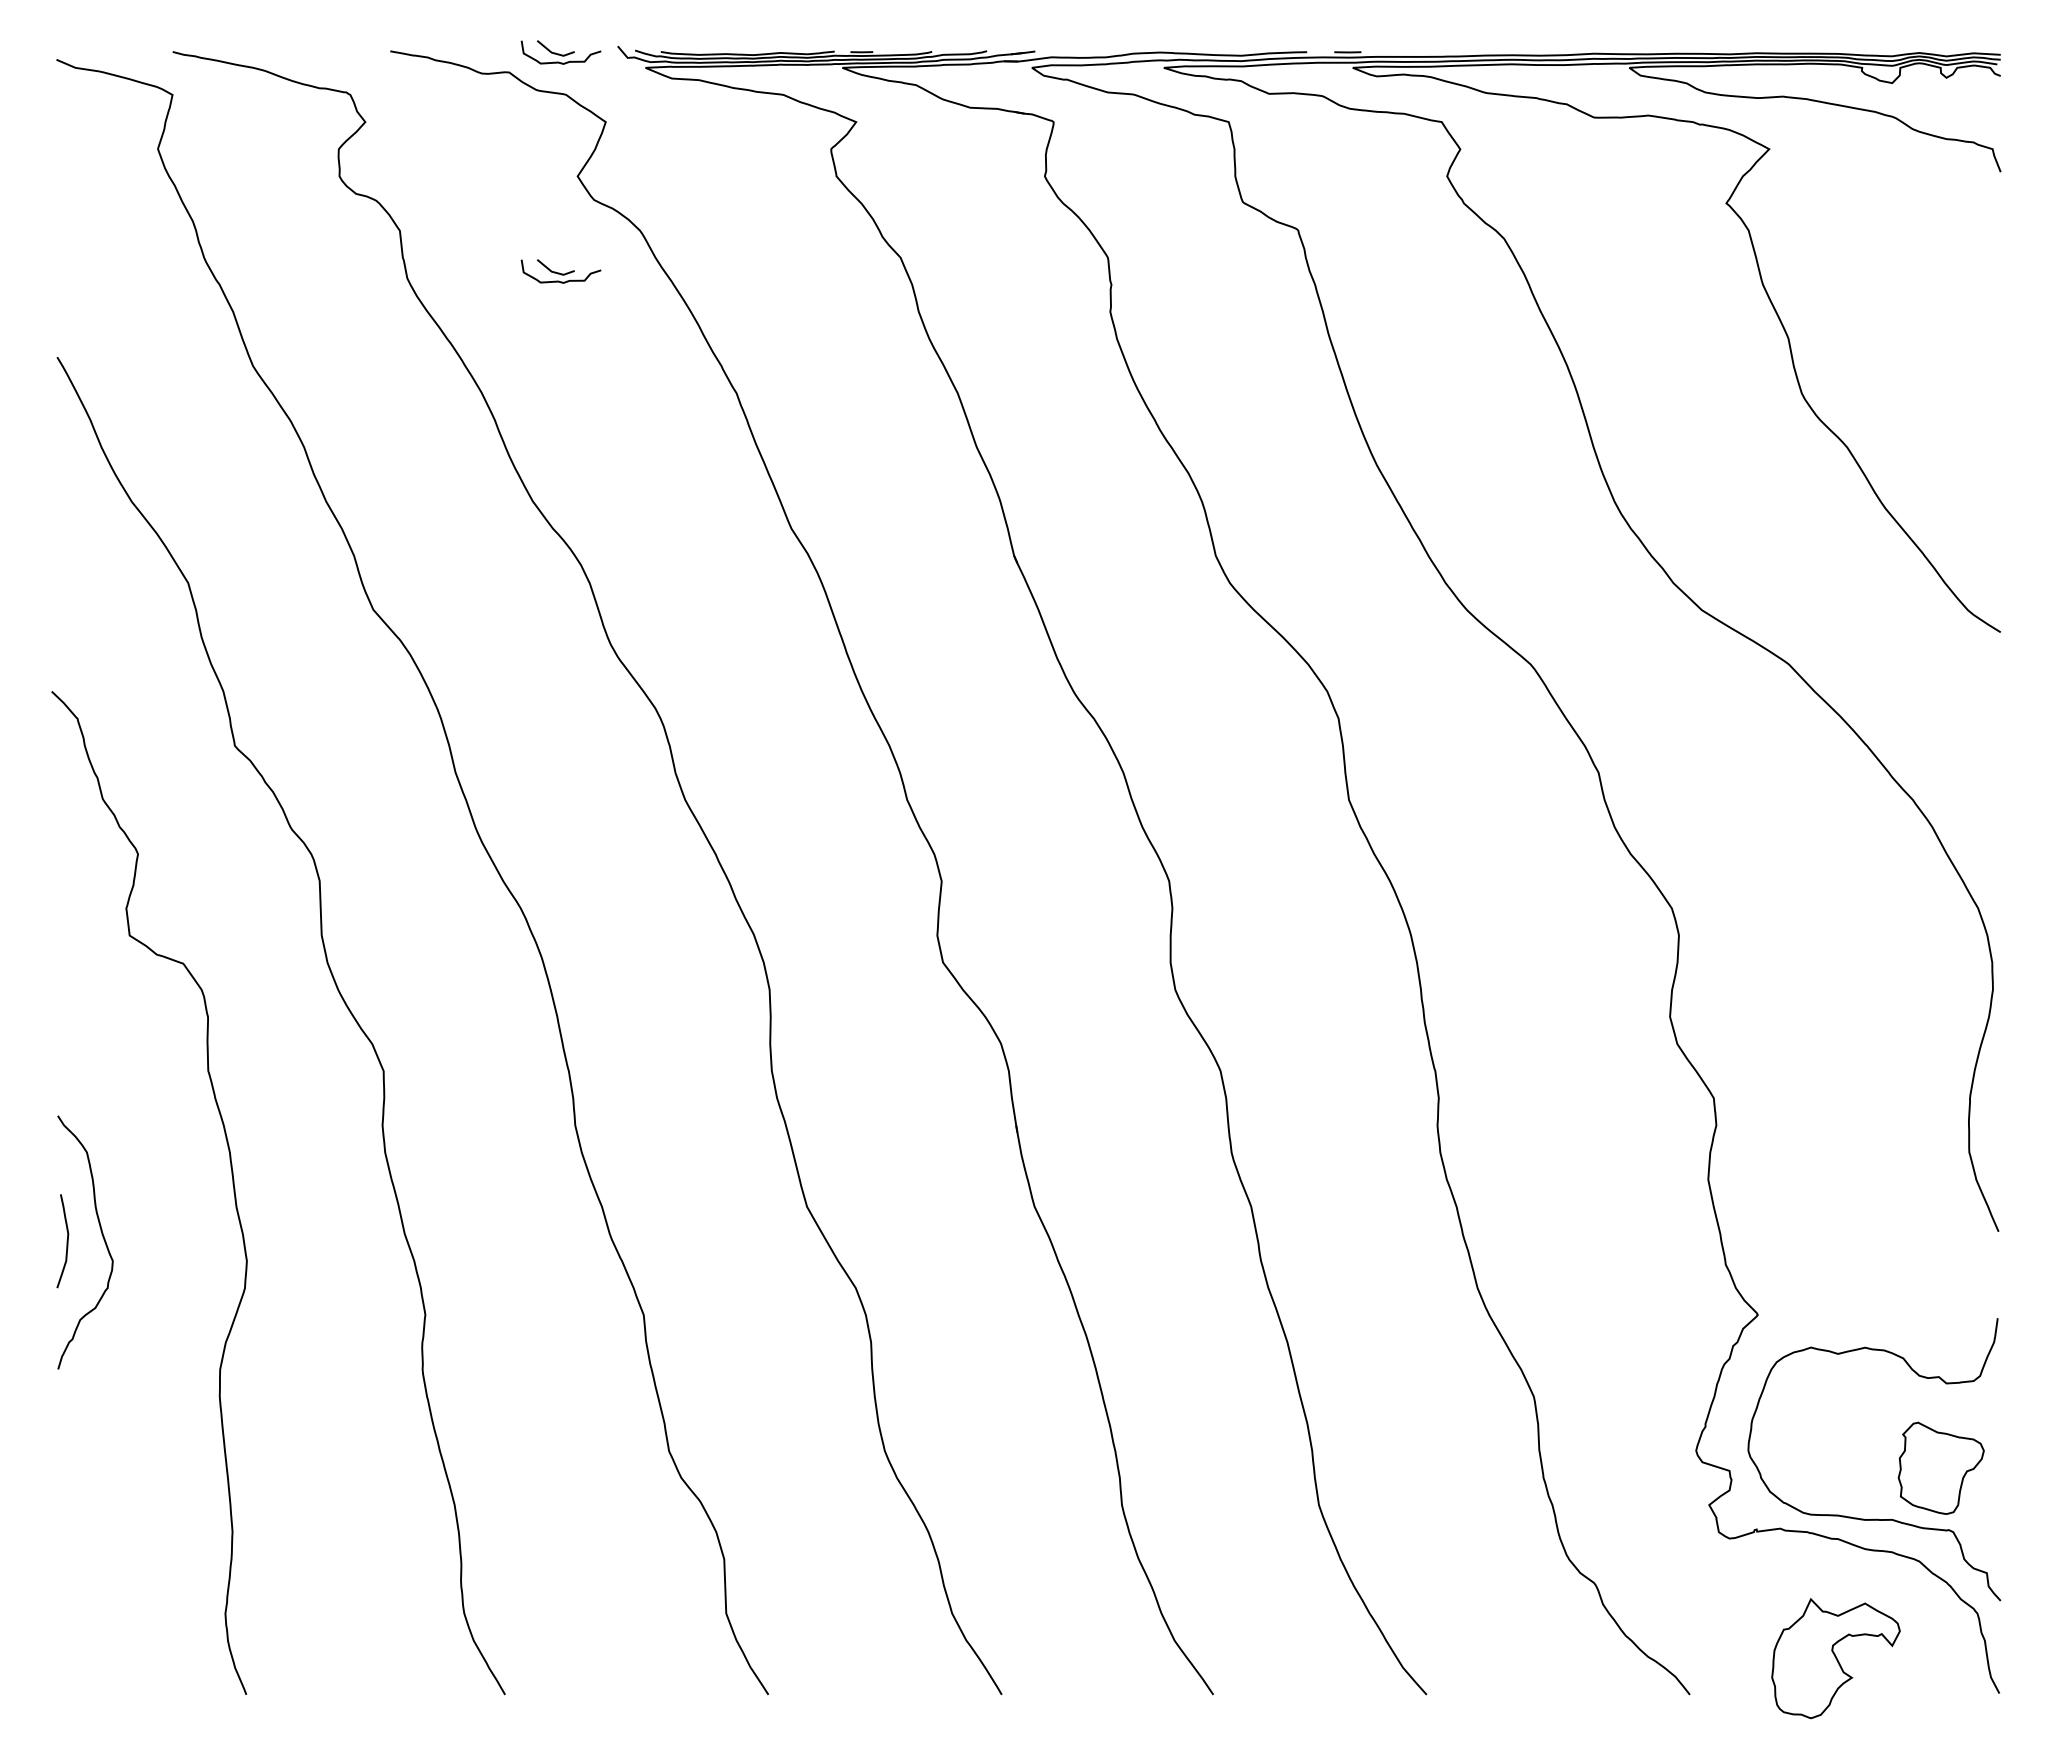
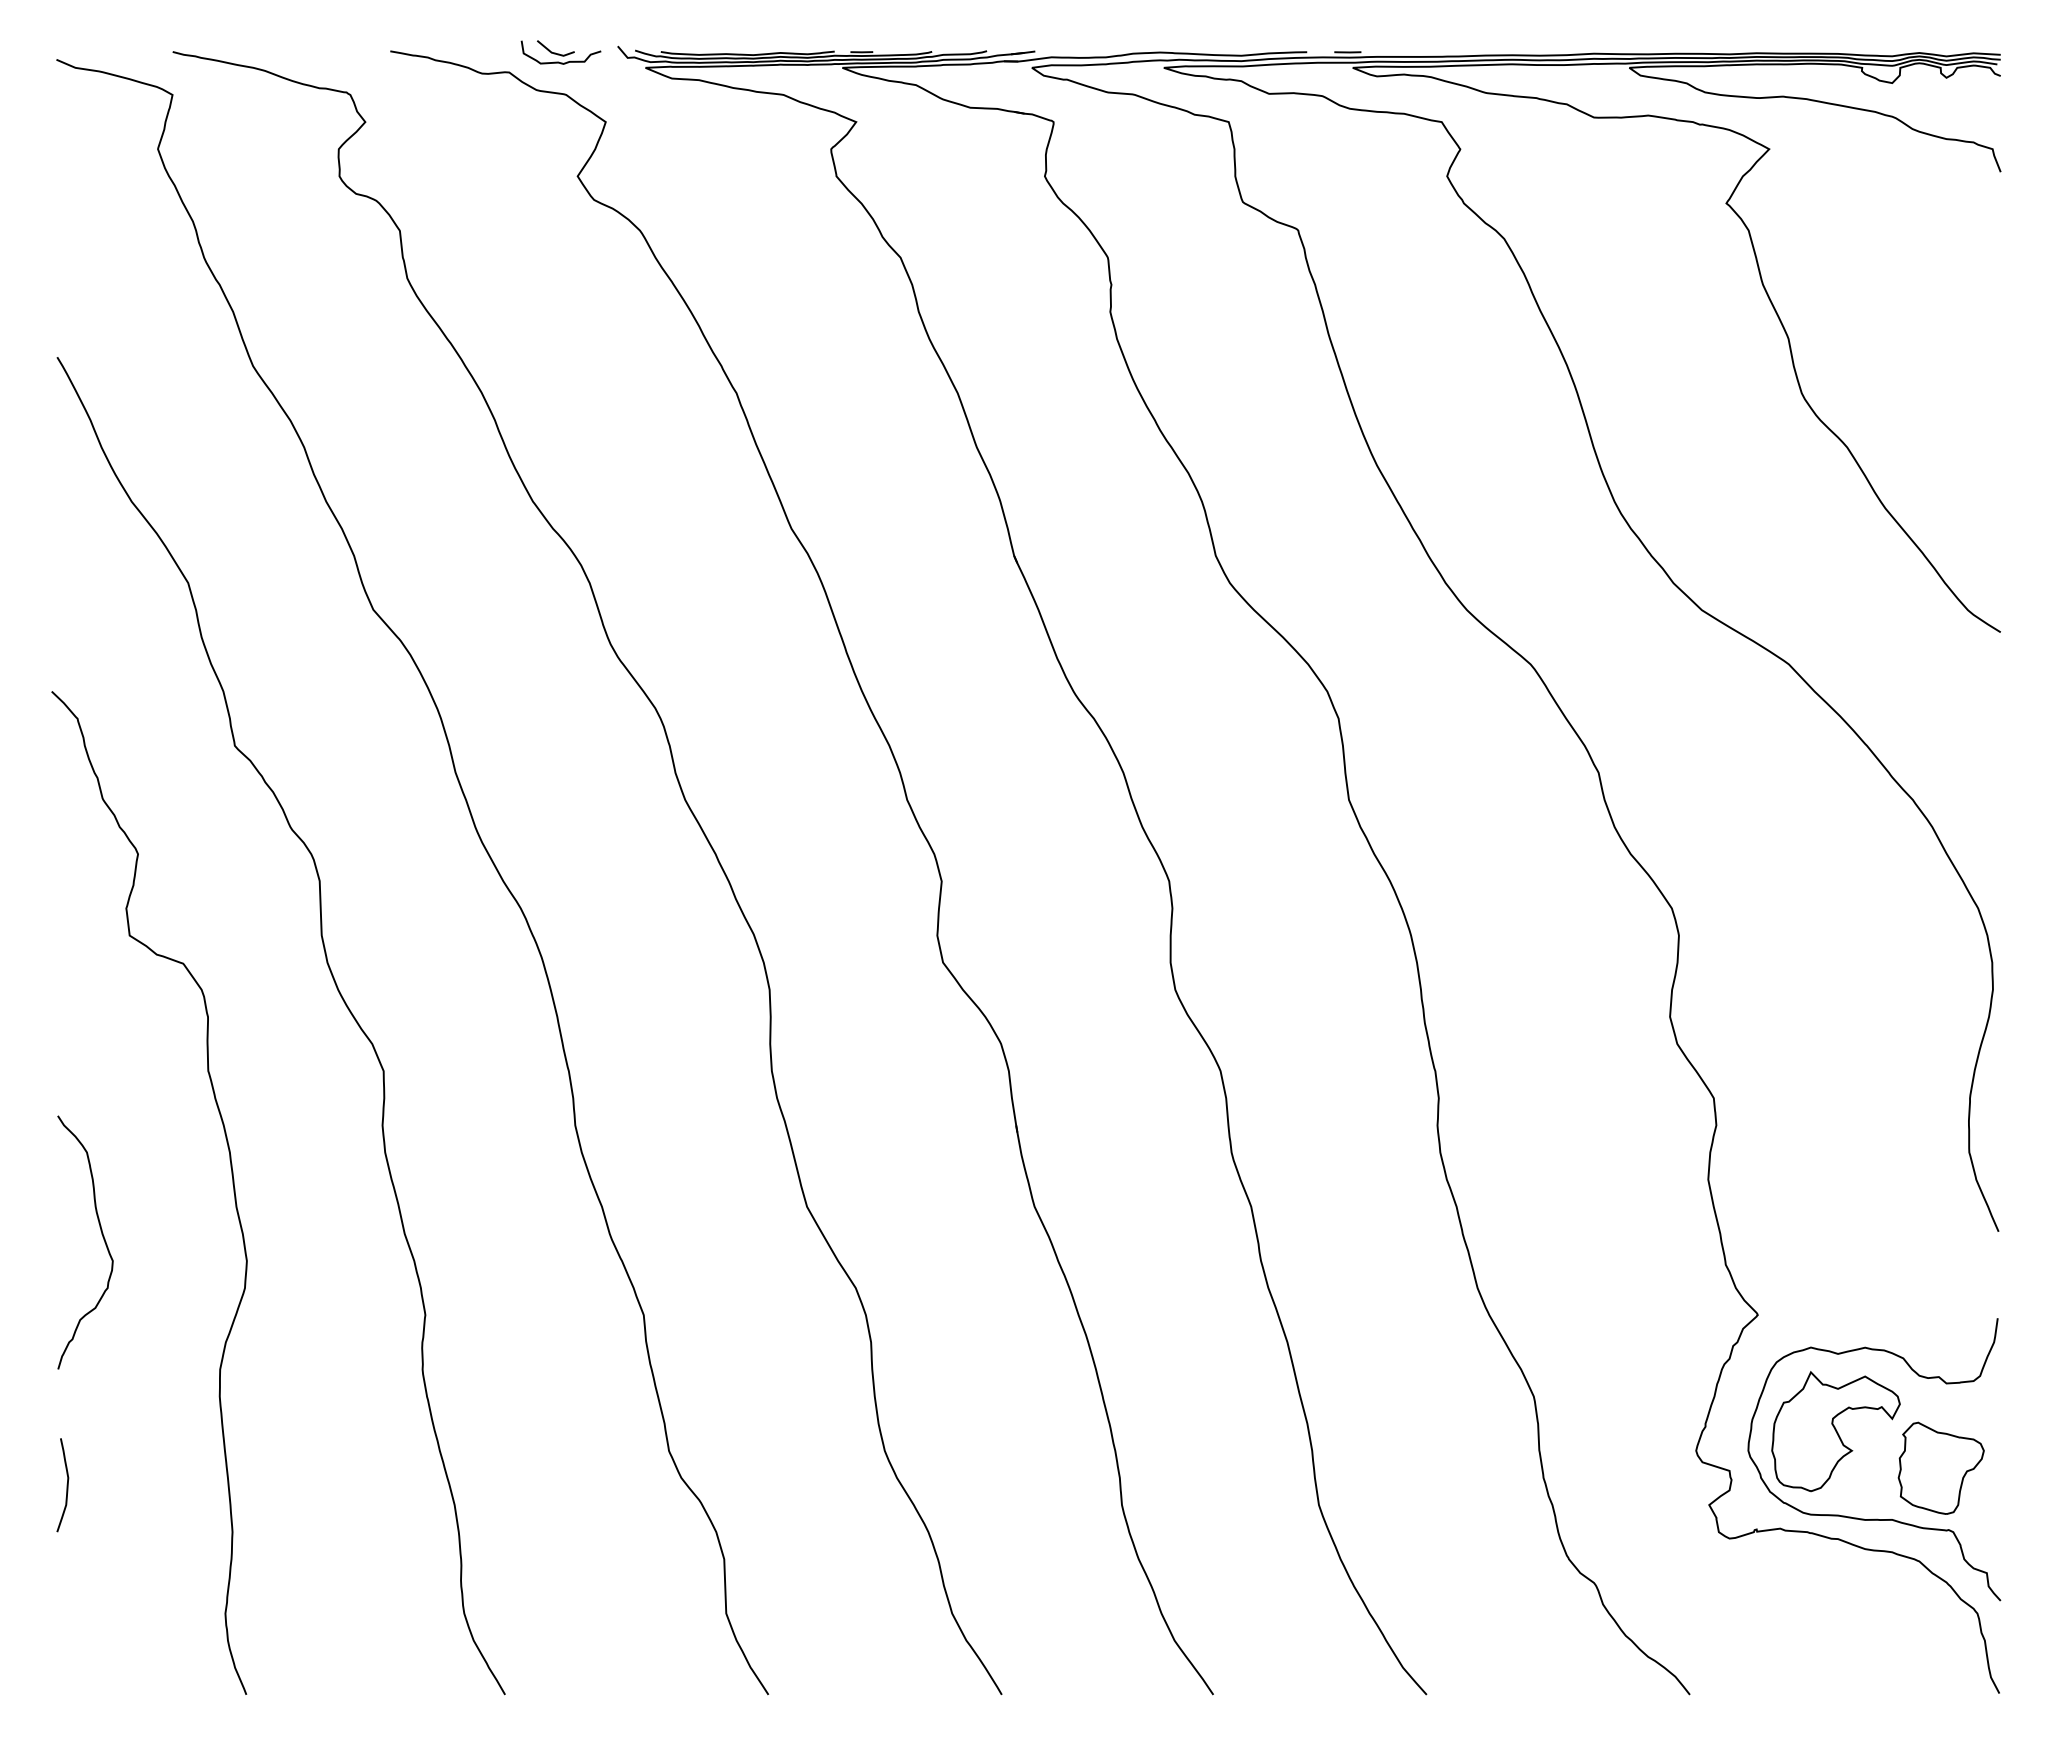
part at (560, 271): present -> none
curve at (66, 1241) position: (66, 1241) -> (66, 1485)
part at (1835, 1658) position: (1835, 1658) -> (1835, 1431)
